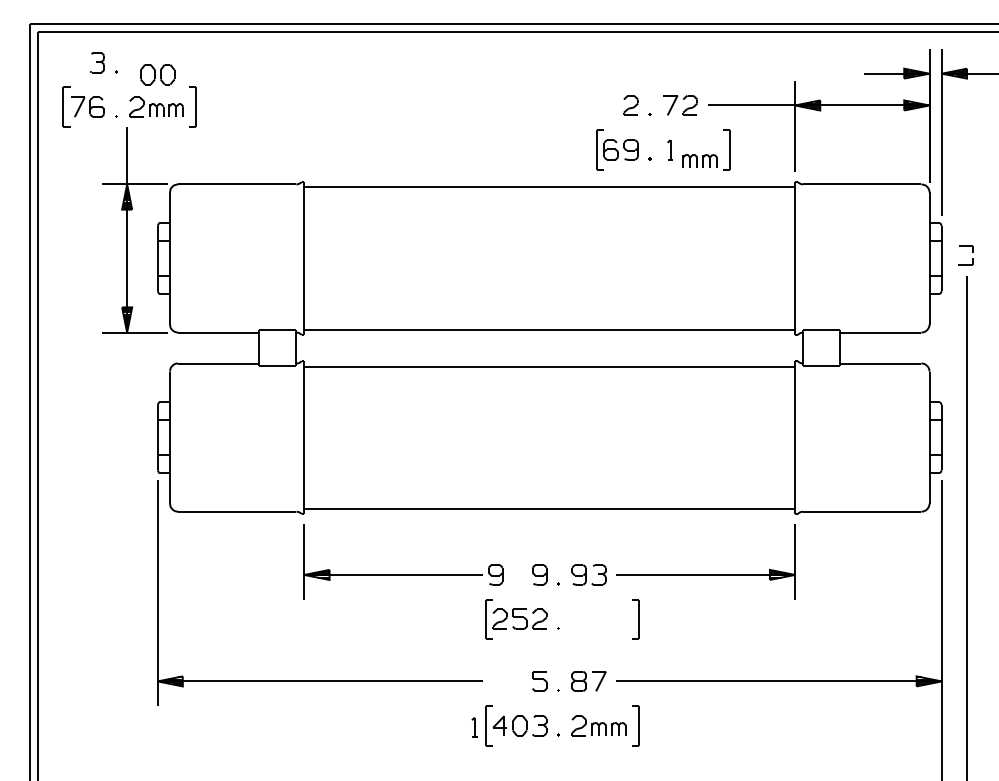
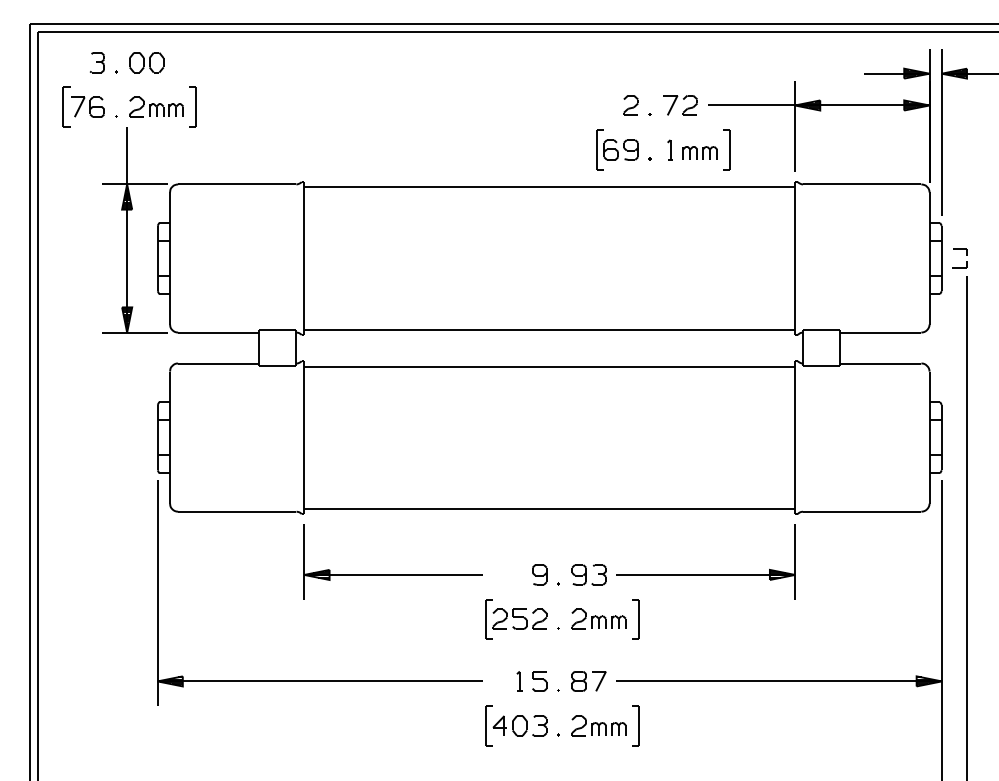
part at (157, 74) position: (157, 74) -> (146, 62)
part at (699, 160) position: (699, 160) -> (699, 152)
part at (972, 252) position: (972, 252) -> (966, 255)
part at (495, 574): present -> none
part at (598, 618): none -> present
part at (474, 727) position: (474, 727) -> (519, 681)
